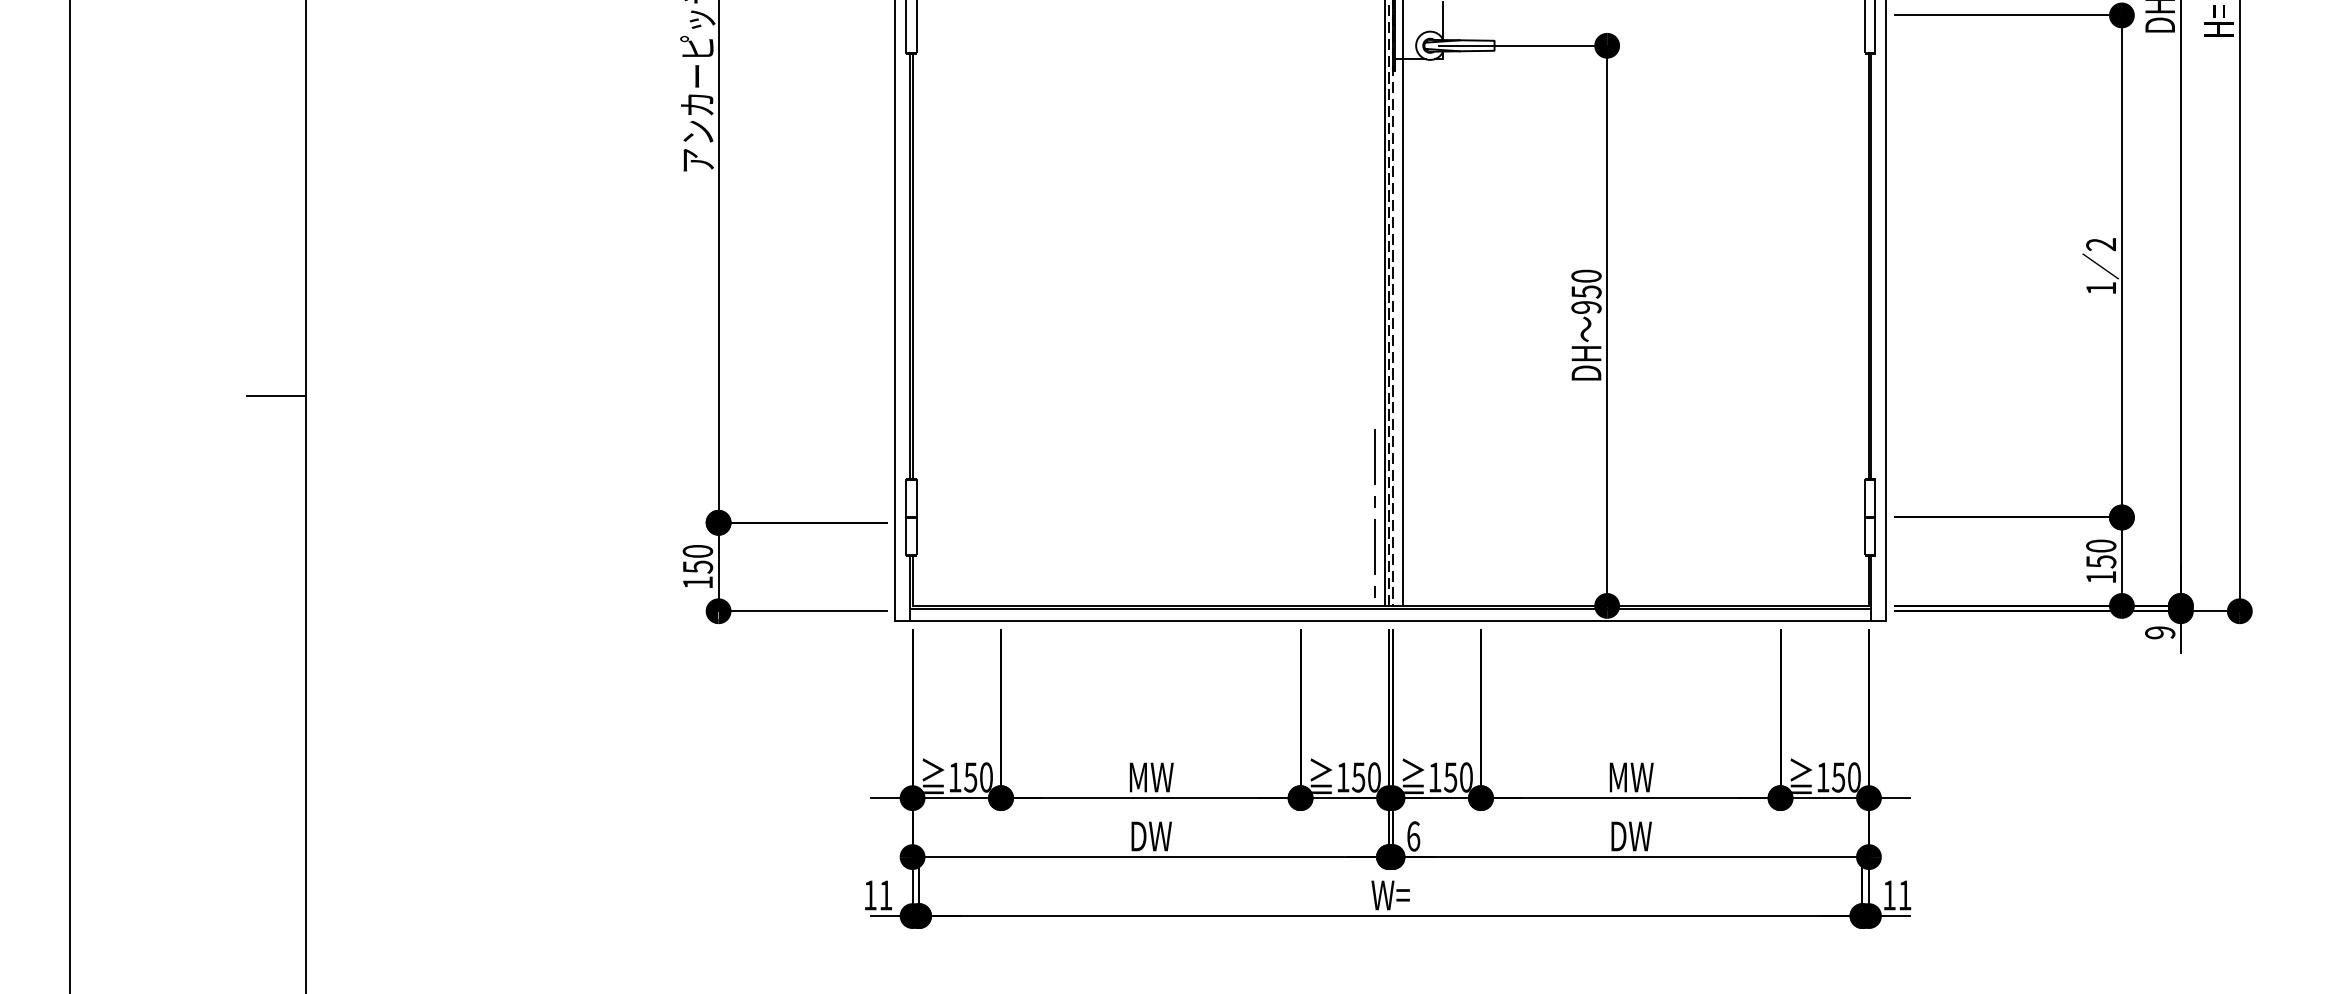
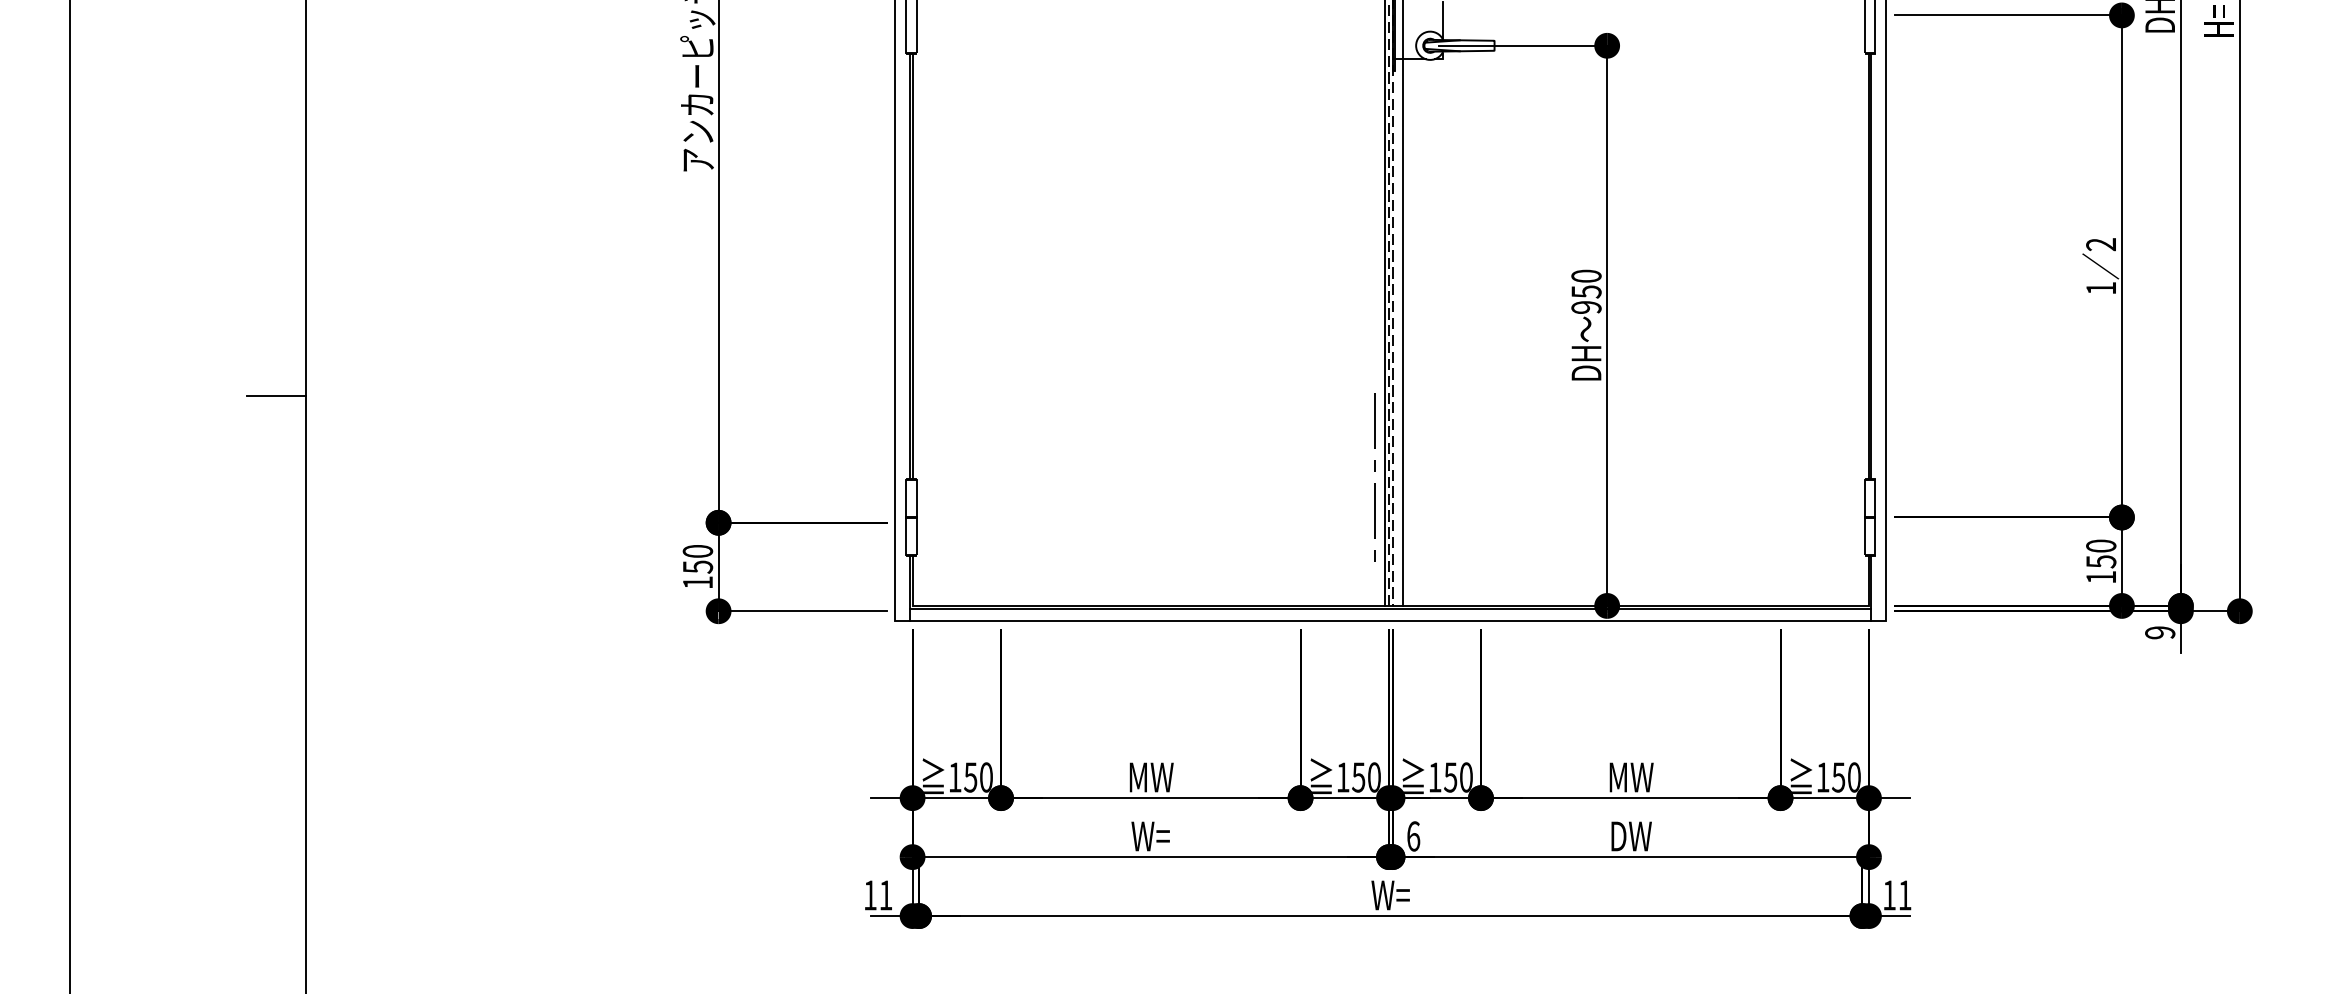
line at (1374, 507) position: (1374, 507) -> (1374, 471)
text at (1151, 836): DW -> W=
